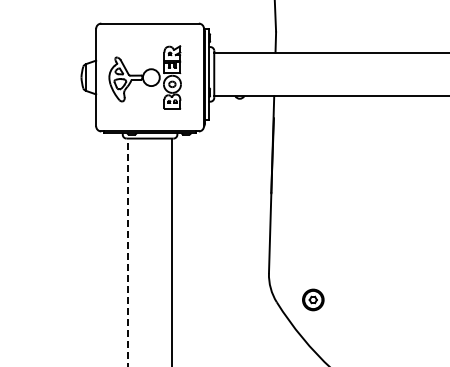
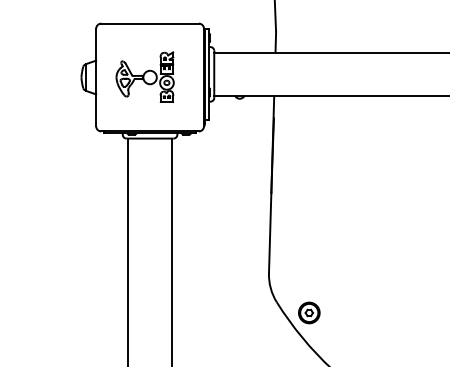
part at (144, 77) size: 74x65 px -> 60x52 px
line at (128, 252): dashed -> solid
part at (313, 299) position: (313, 299) -> (309, 312)
